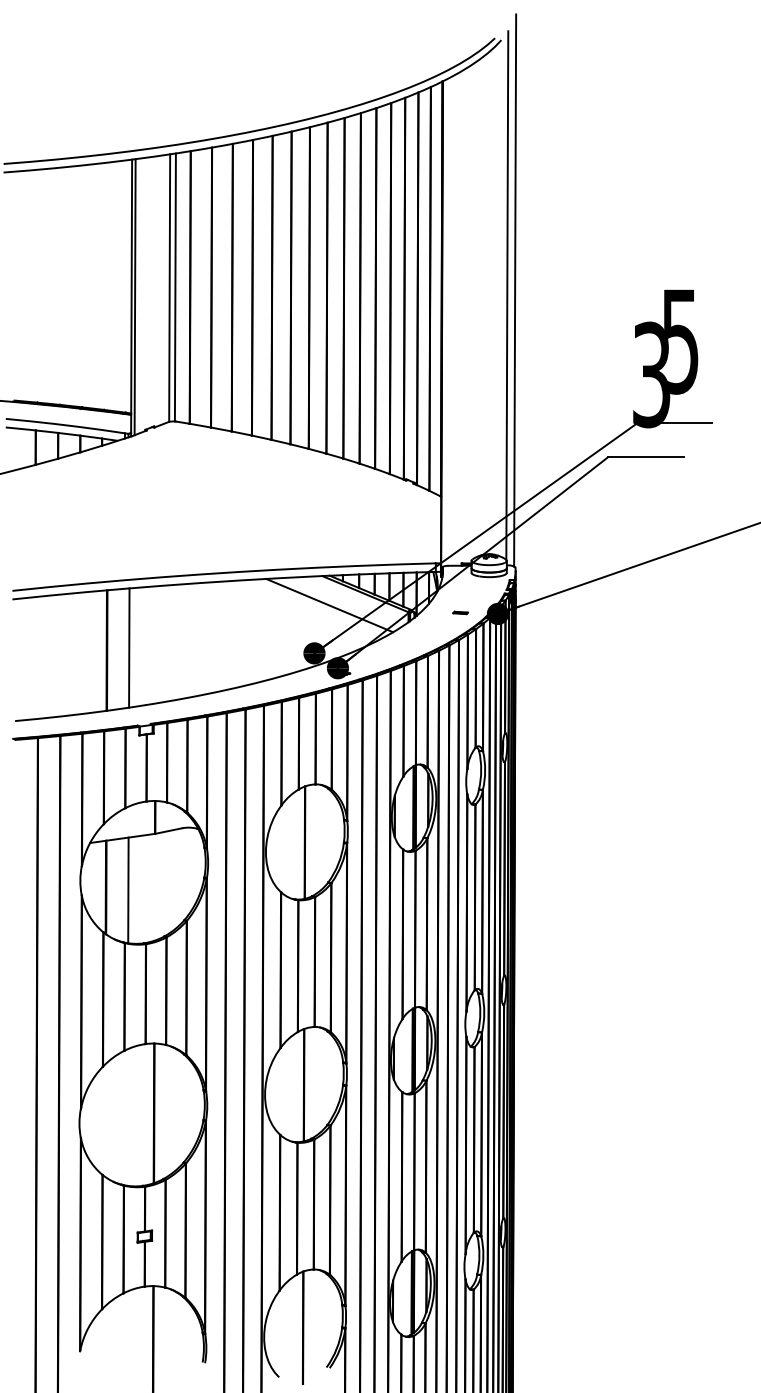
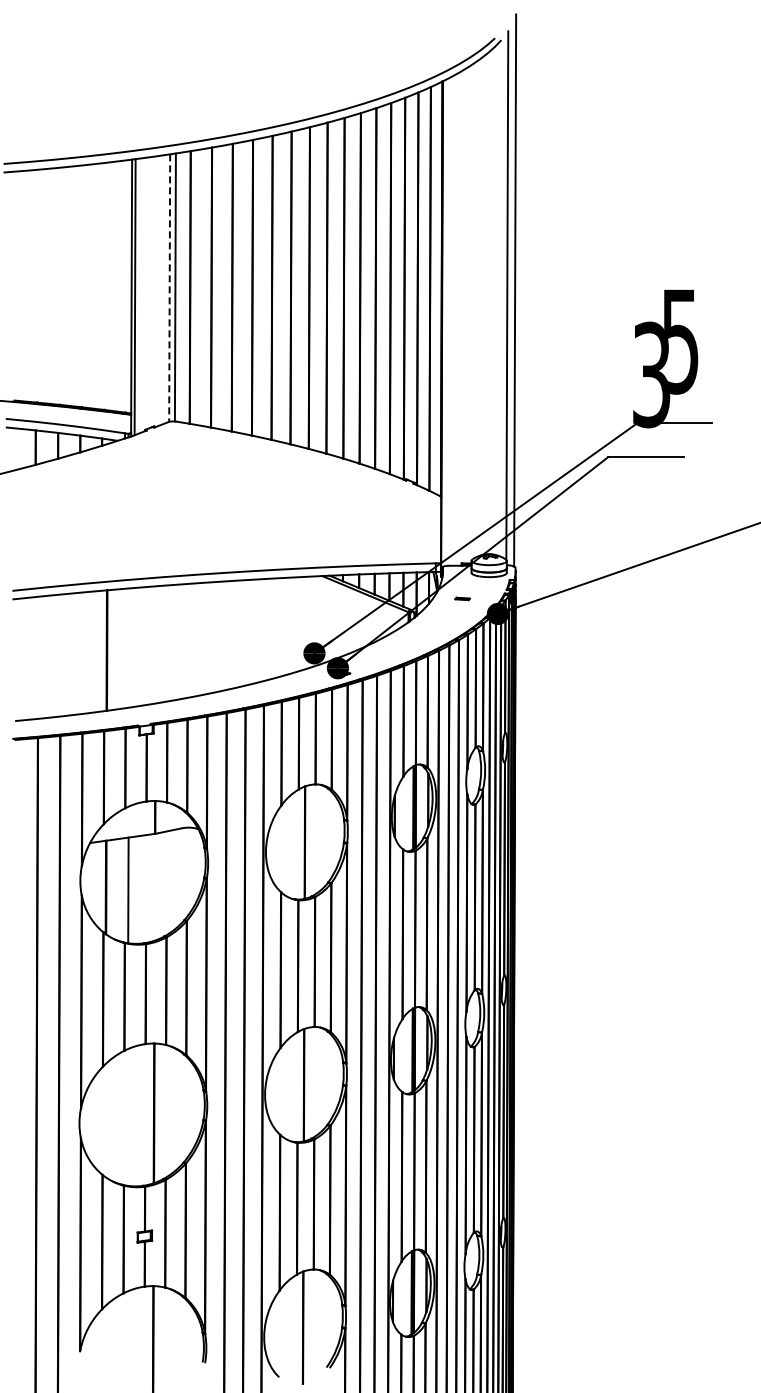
line at (169, 288): solid -> dashed
line at (329, 605): present -> none
part at (460, 612) position: (460, 612) -> (462, 598)
line at (129, 647): present -> none
